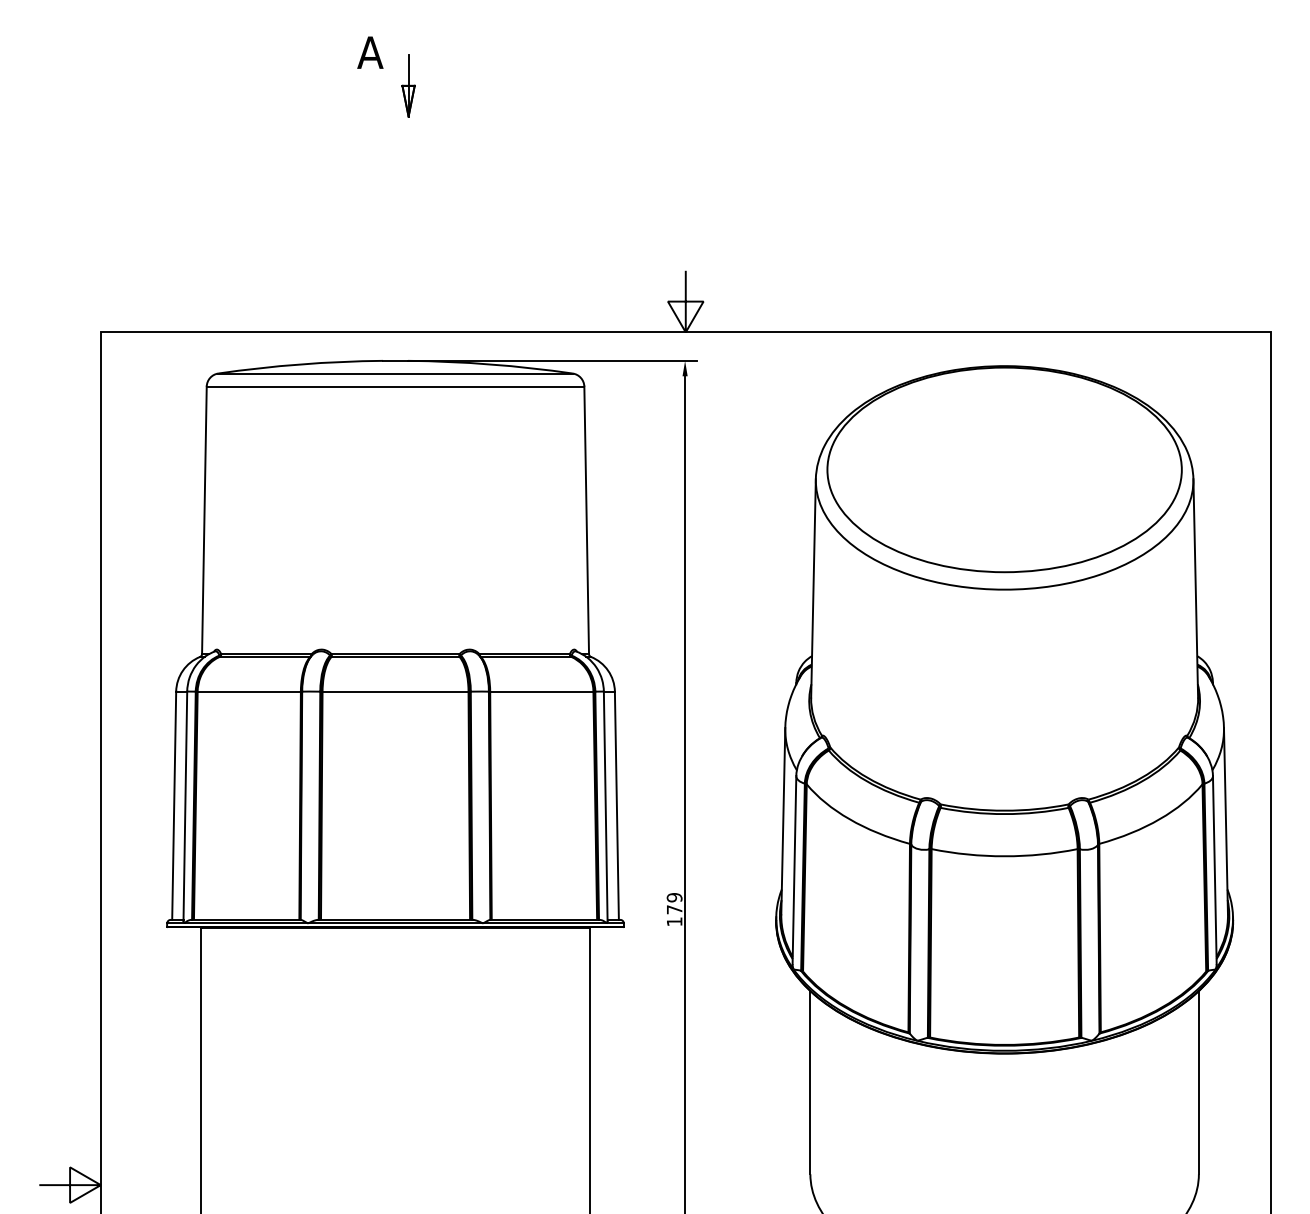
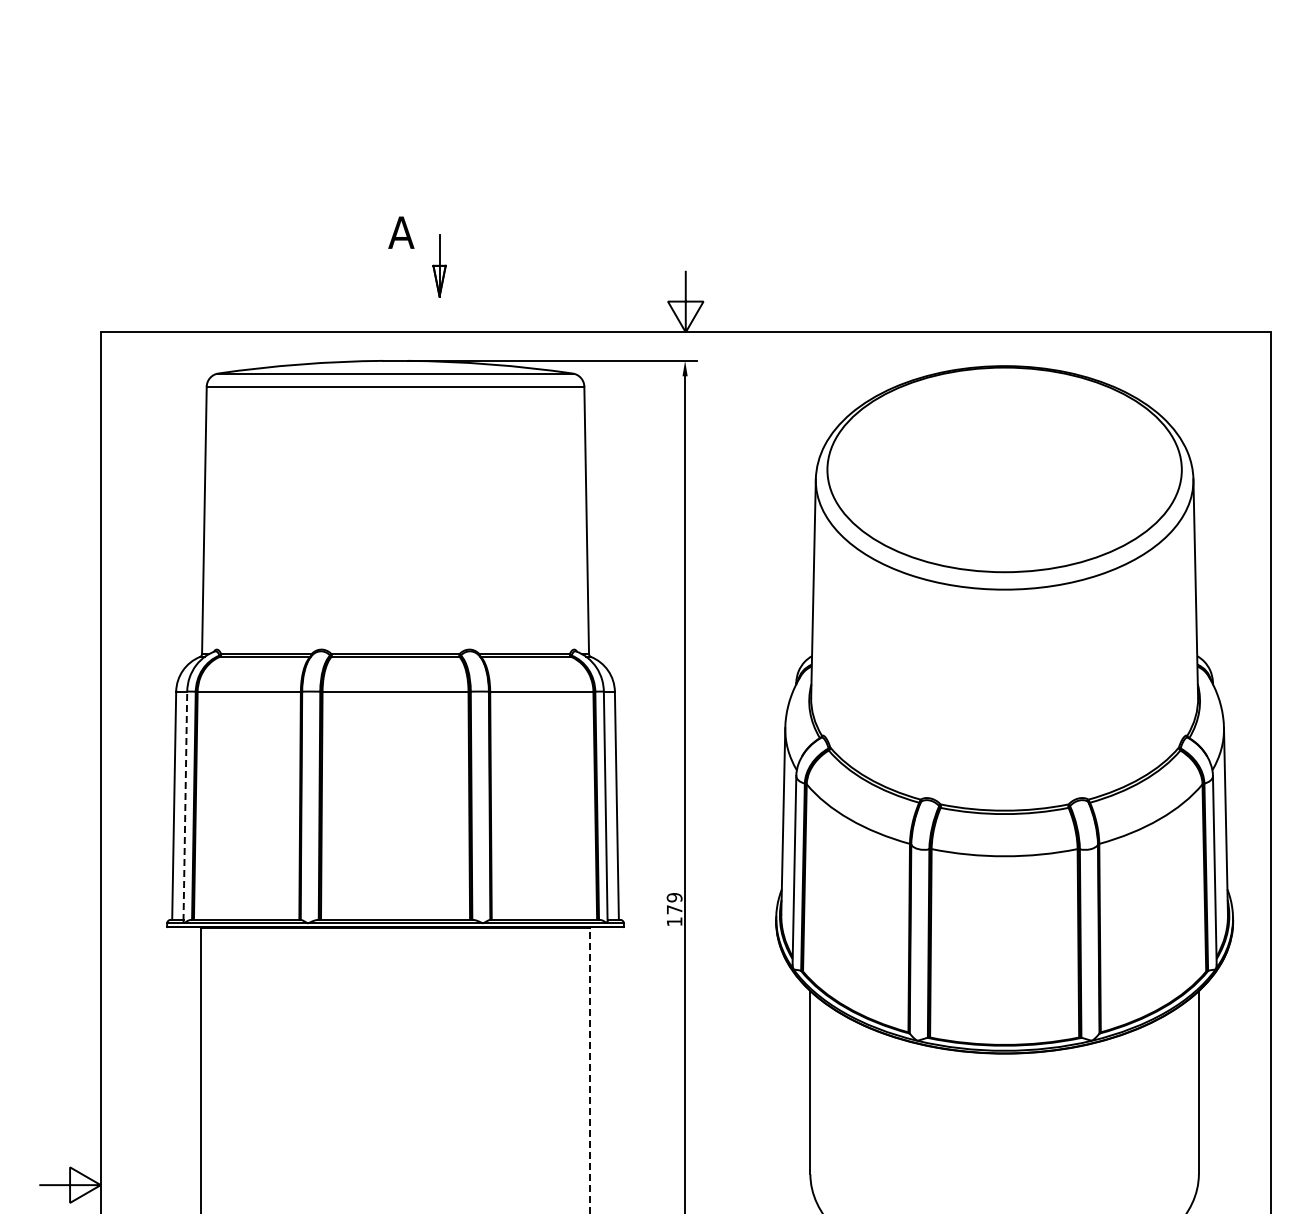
part at (383, 68) position: (383, 68) -> (414, 248)
line at (185, 806): solid -> dashed
line at (589, 1070): solid -> dashed
